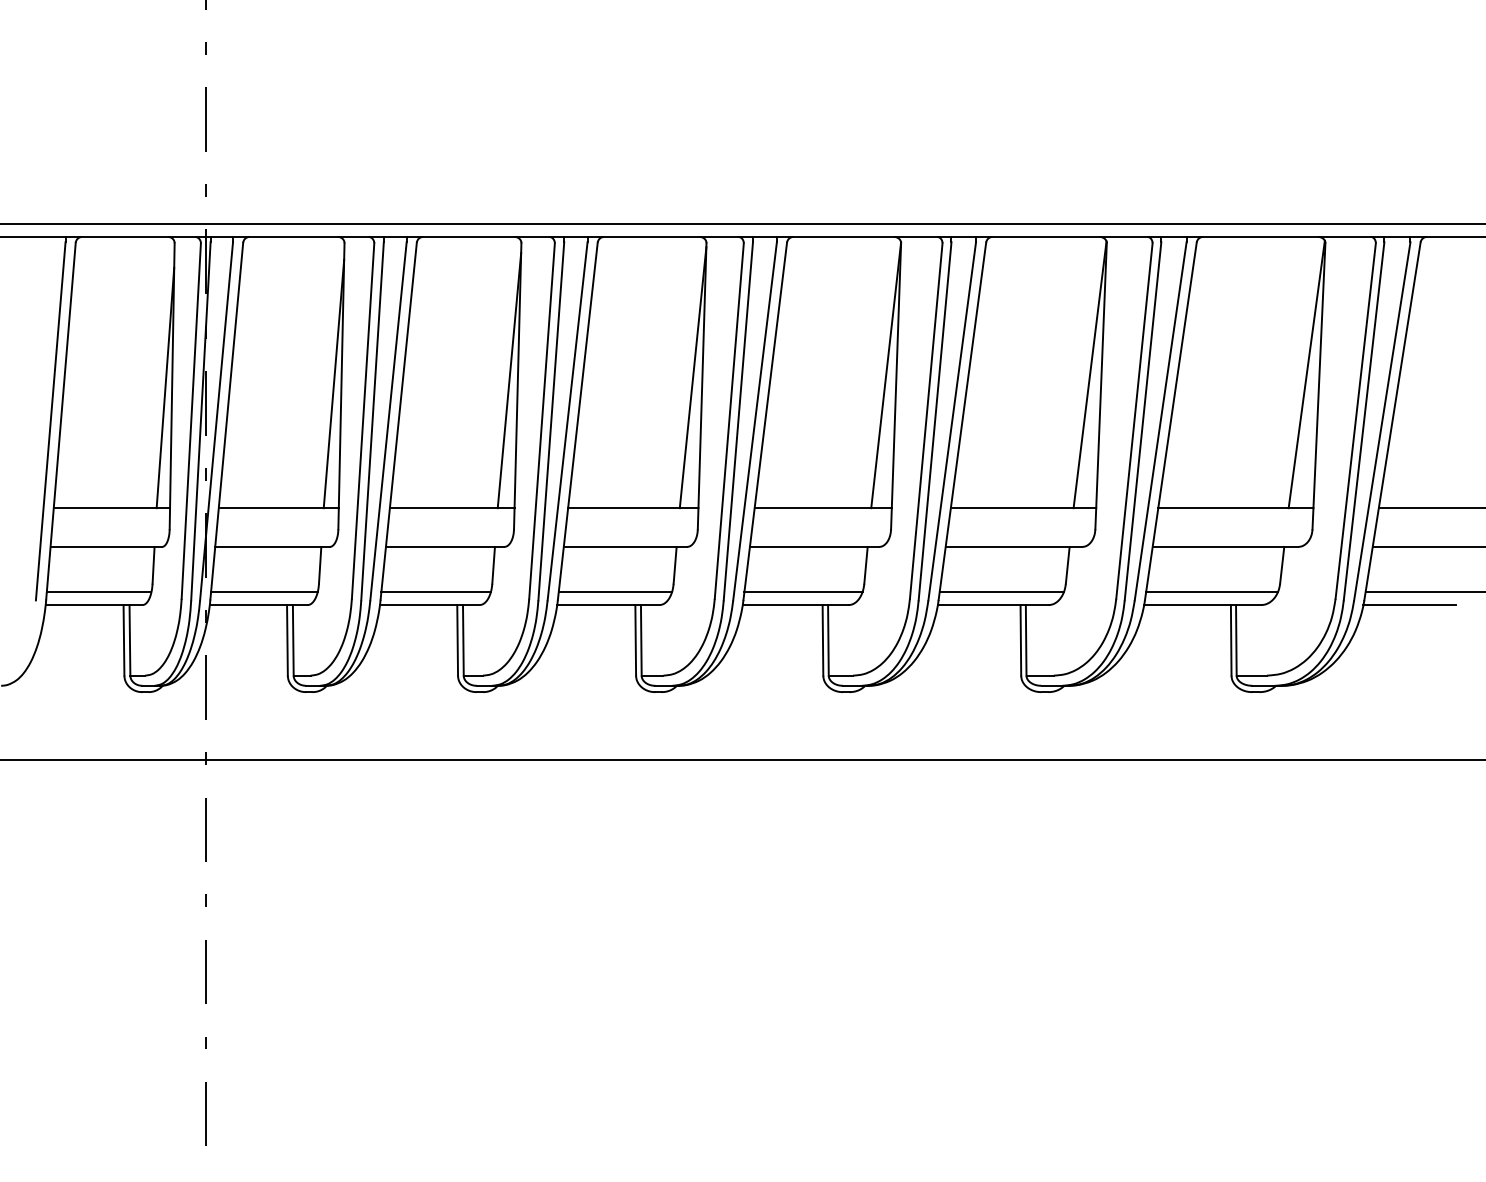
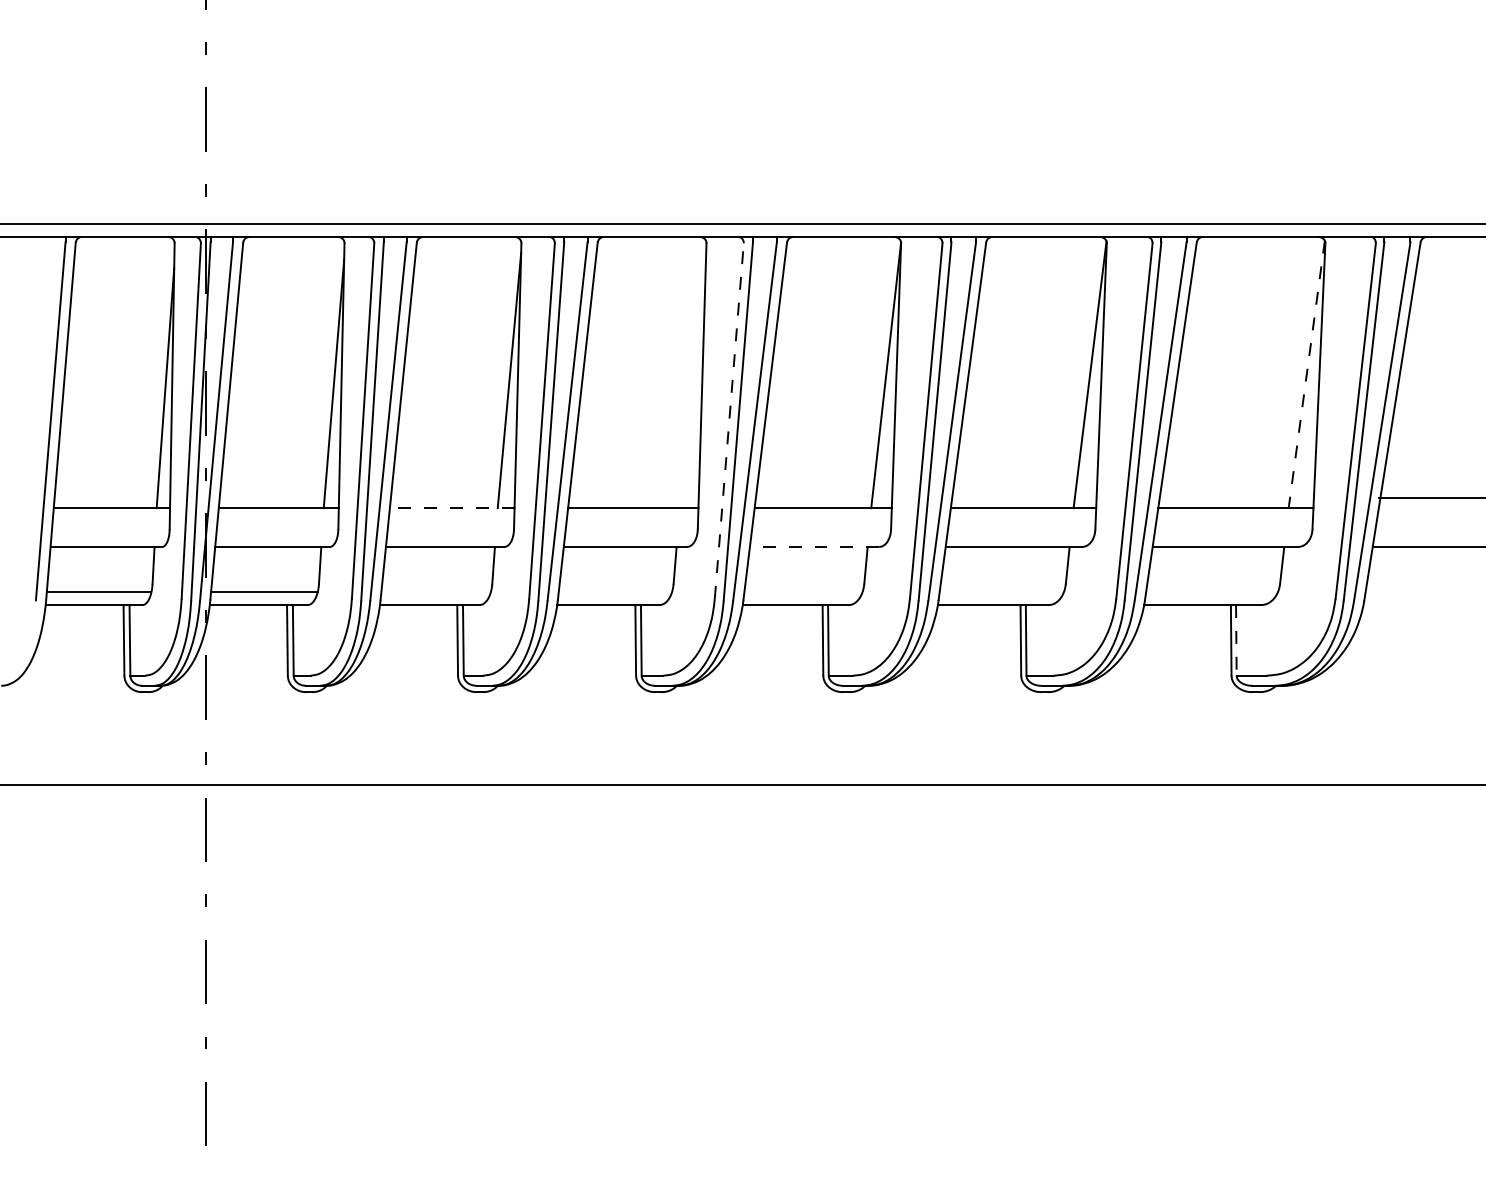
line at (1306, 374): solid -> dashed
line at (692, 377): present -> none
line at (729, 420): solid -> dashed
line at (451, 508): solid -> dashed
line at (1430, 508) position: (1430, 508) -> (1430, 498)
line at (814, 546): solid -> dashed
line at (435, 592): present -> none
line at (615, 592): present -> none
line at (803, 592): present -> none
line at (1001, 592): present -> none
line at (1211, 592): present -> none
line at (1423, 592): present -> none
line at (1409, 605): present -> none
line at (1236, 640): solid -> dashed
line at (742, 760) position: (742, 760) -> (742, 785)
